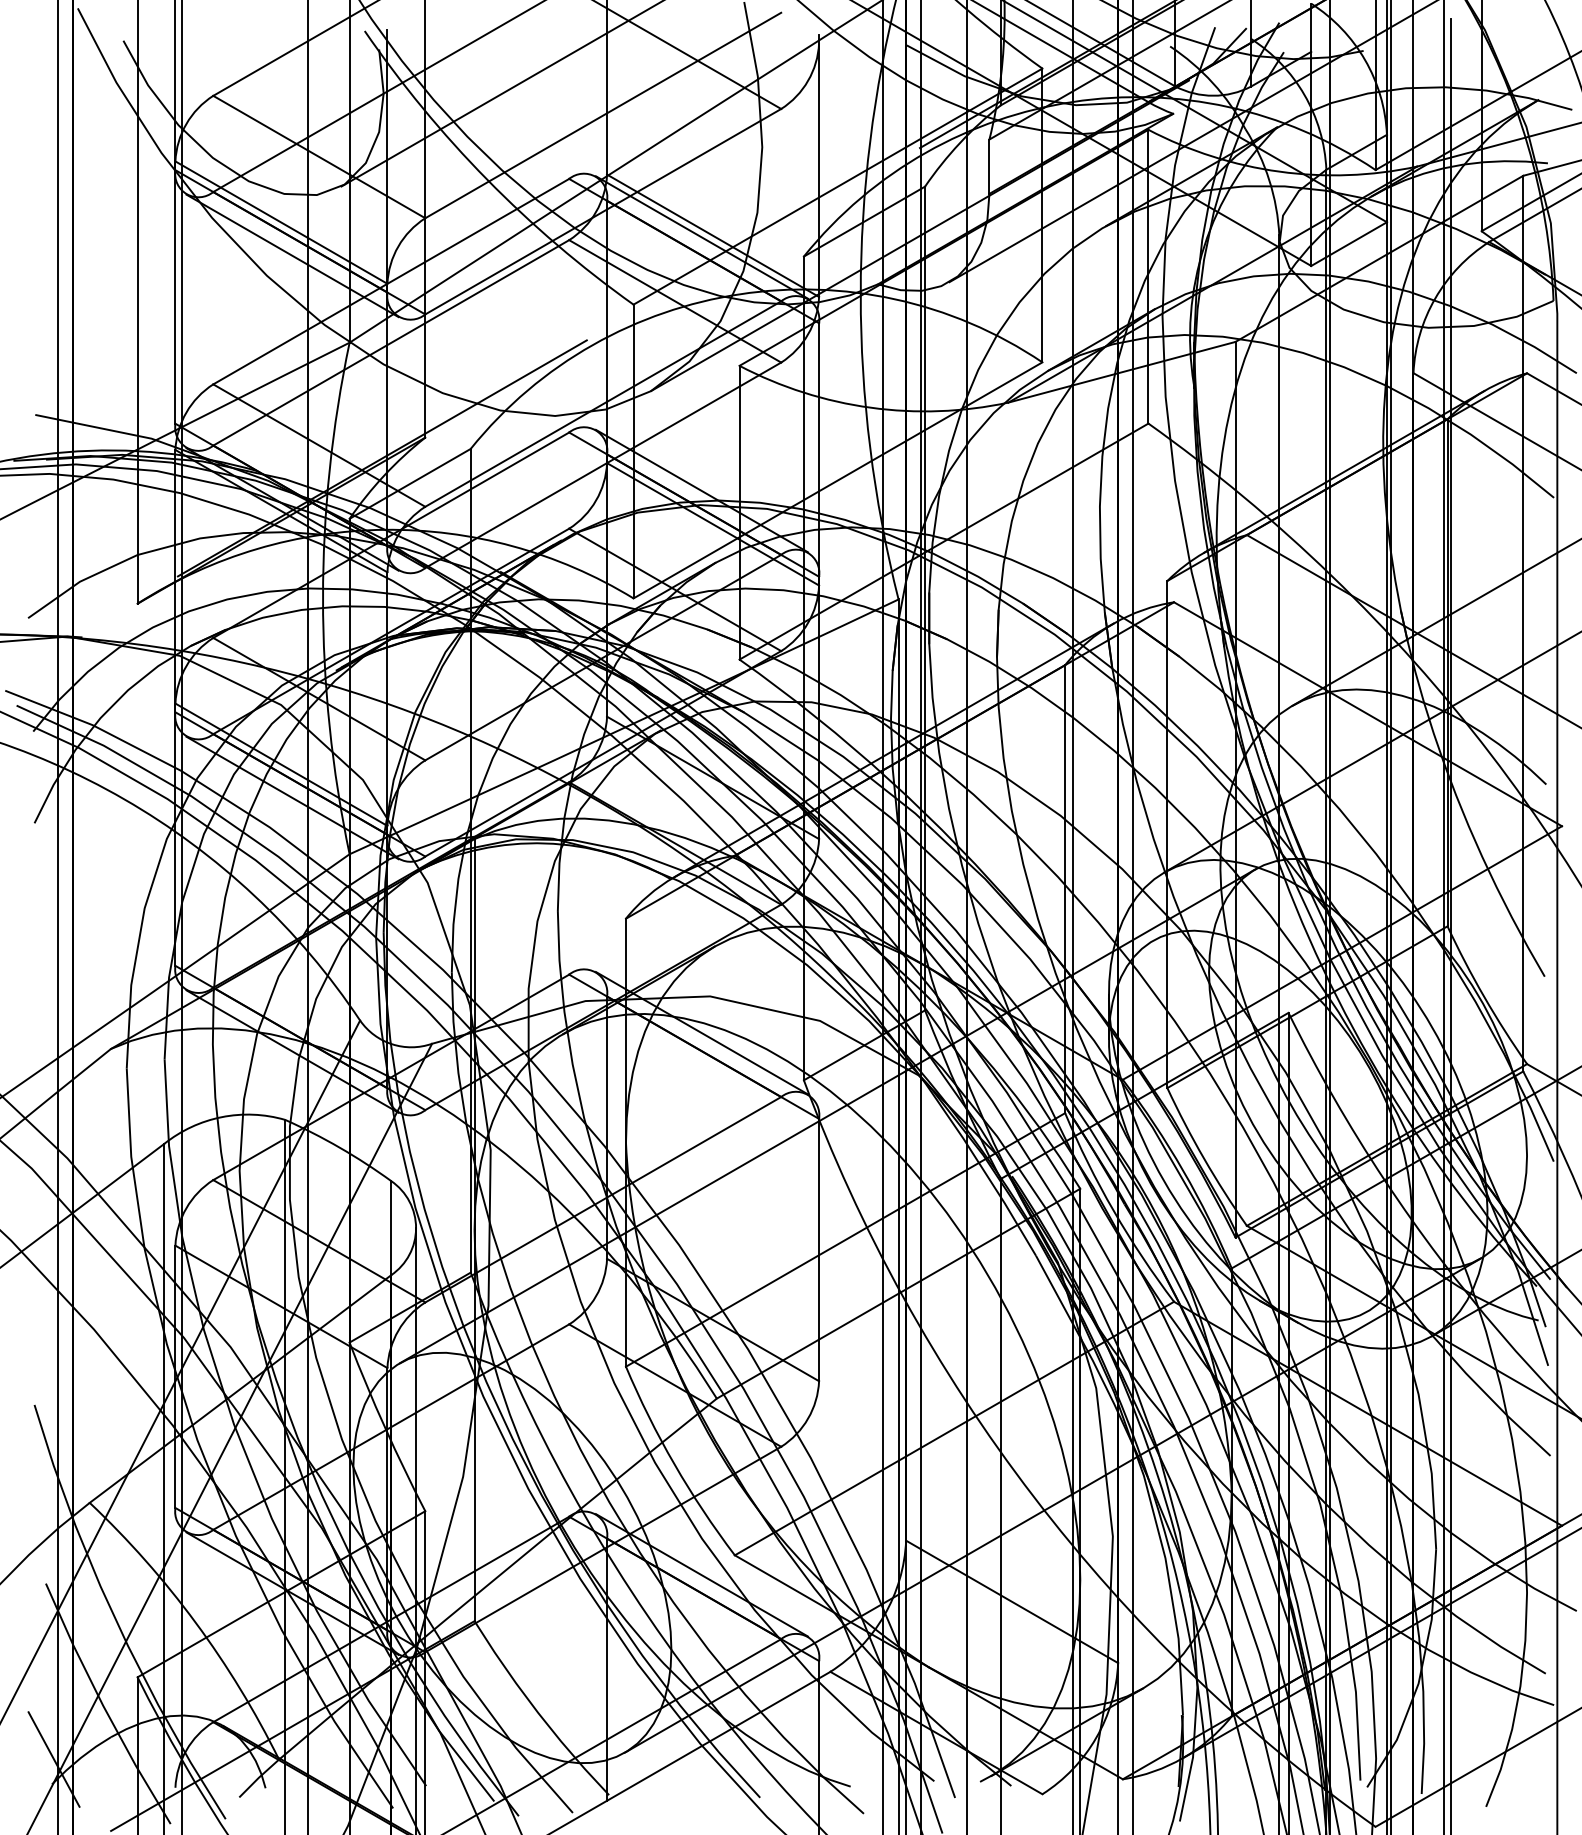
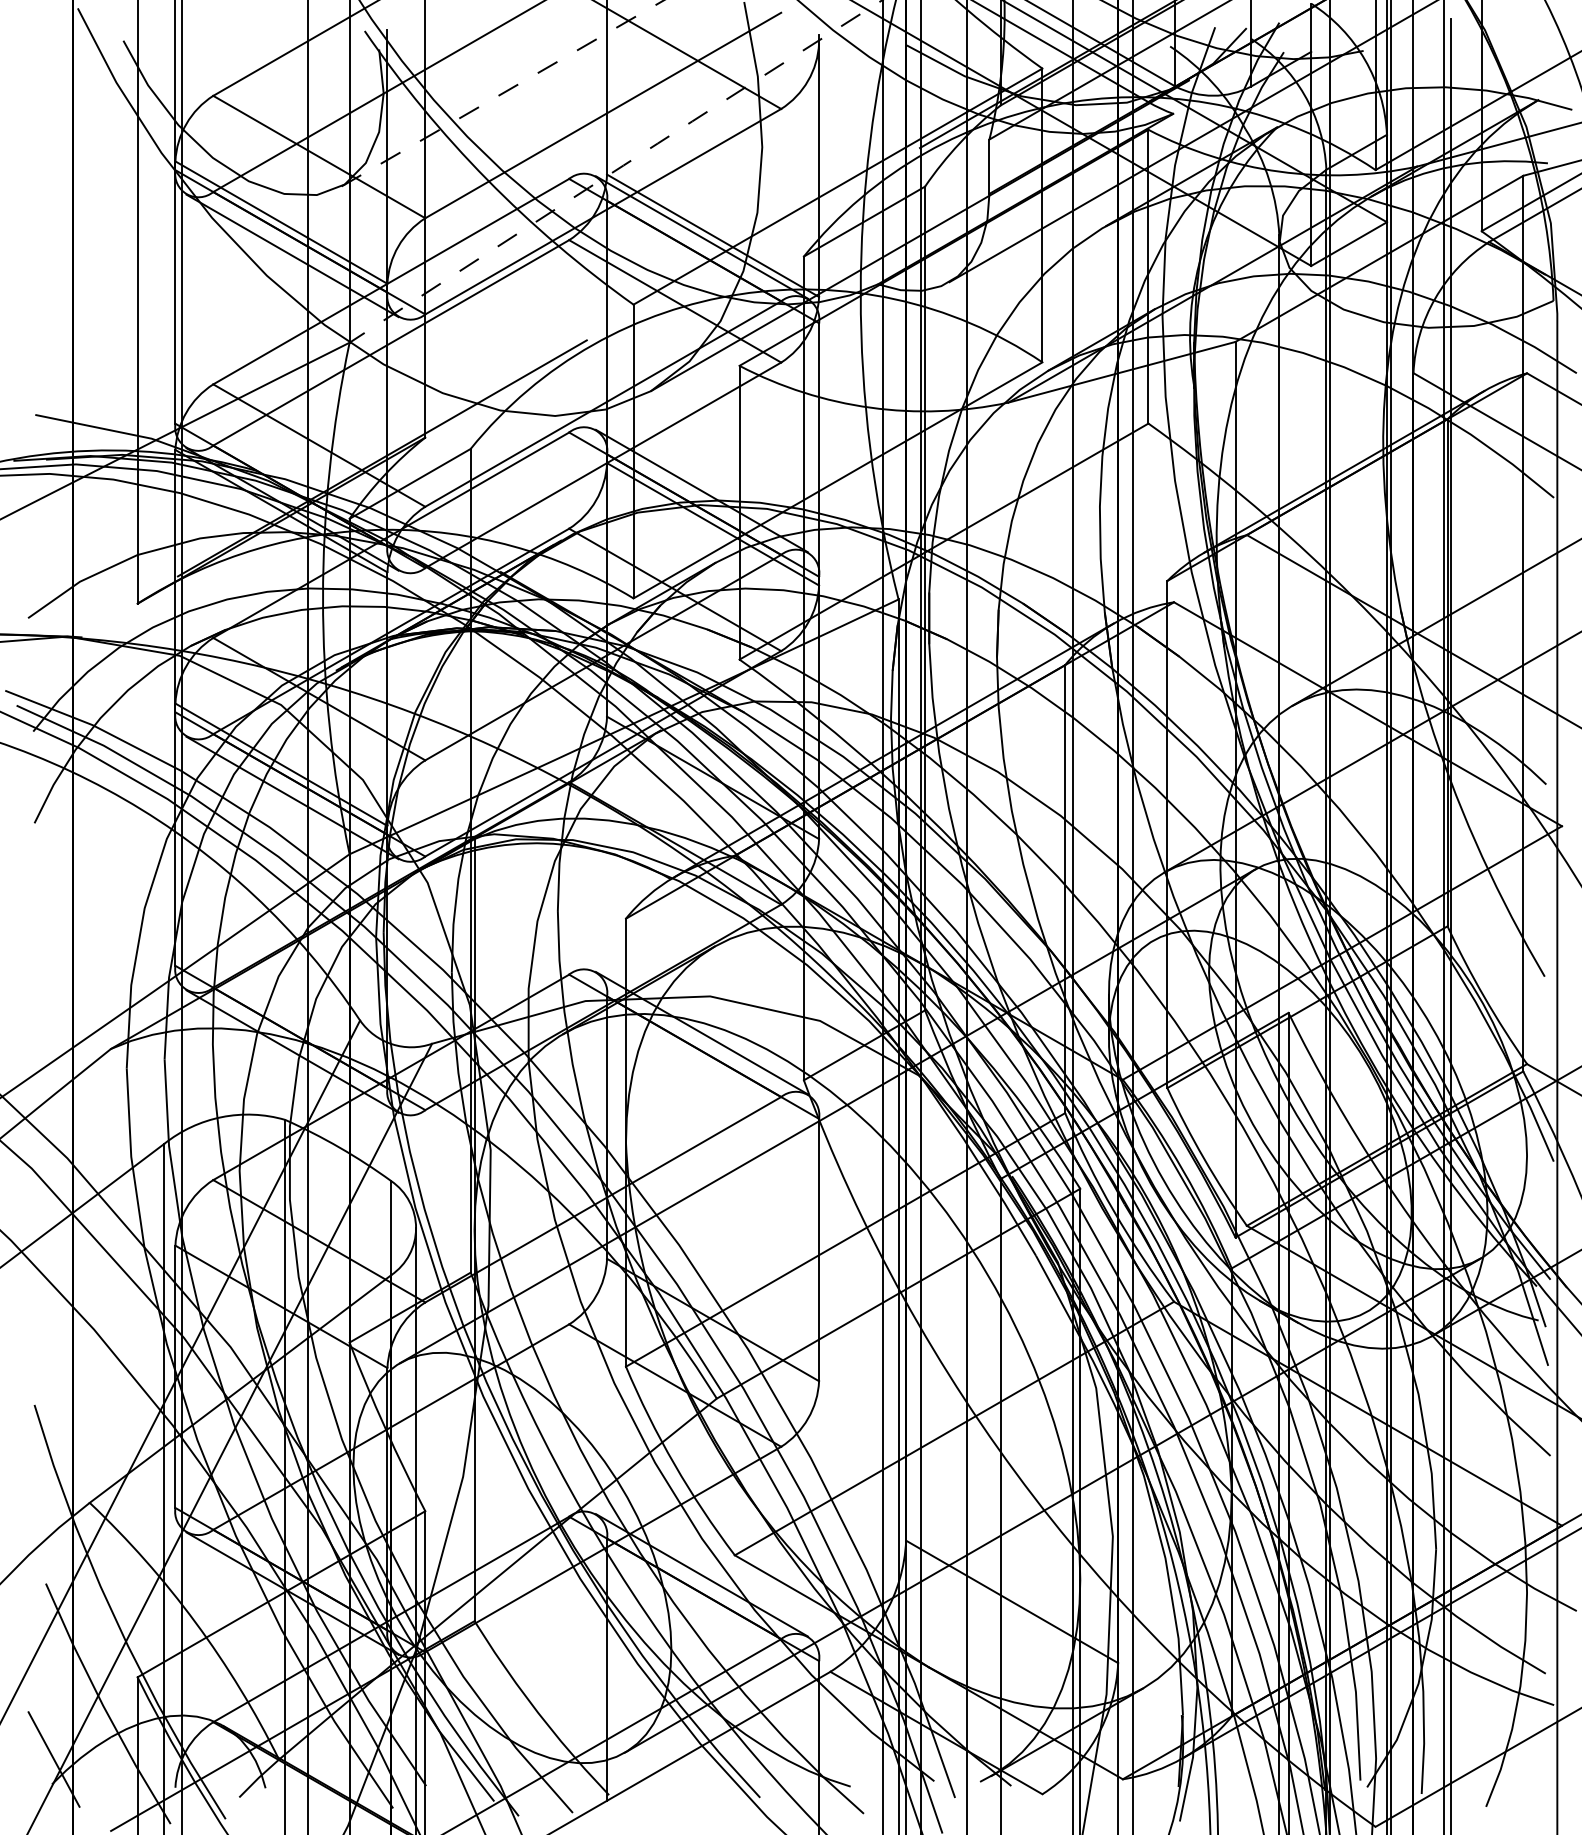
line at (503, 93): solid -> dashed
arc at (616, 170): solid -> dashed
line at (58, 916): present -> none
